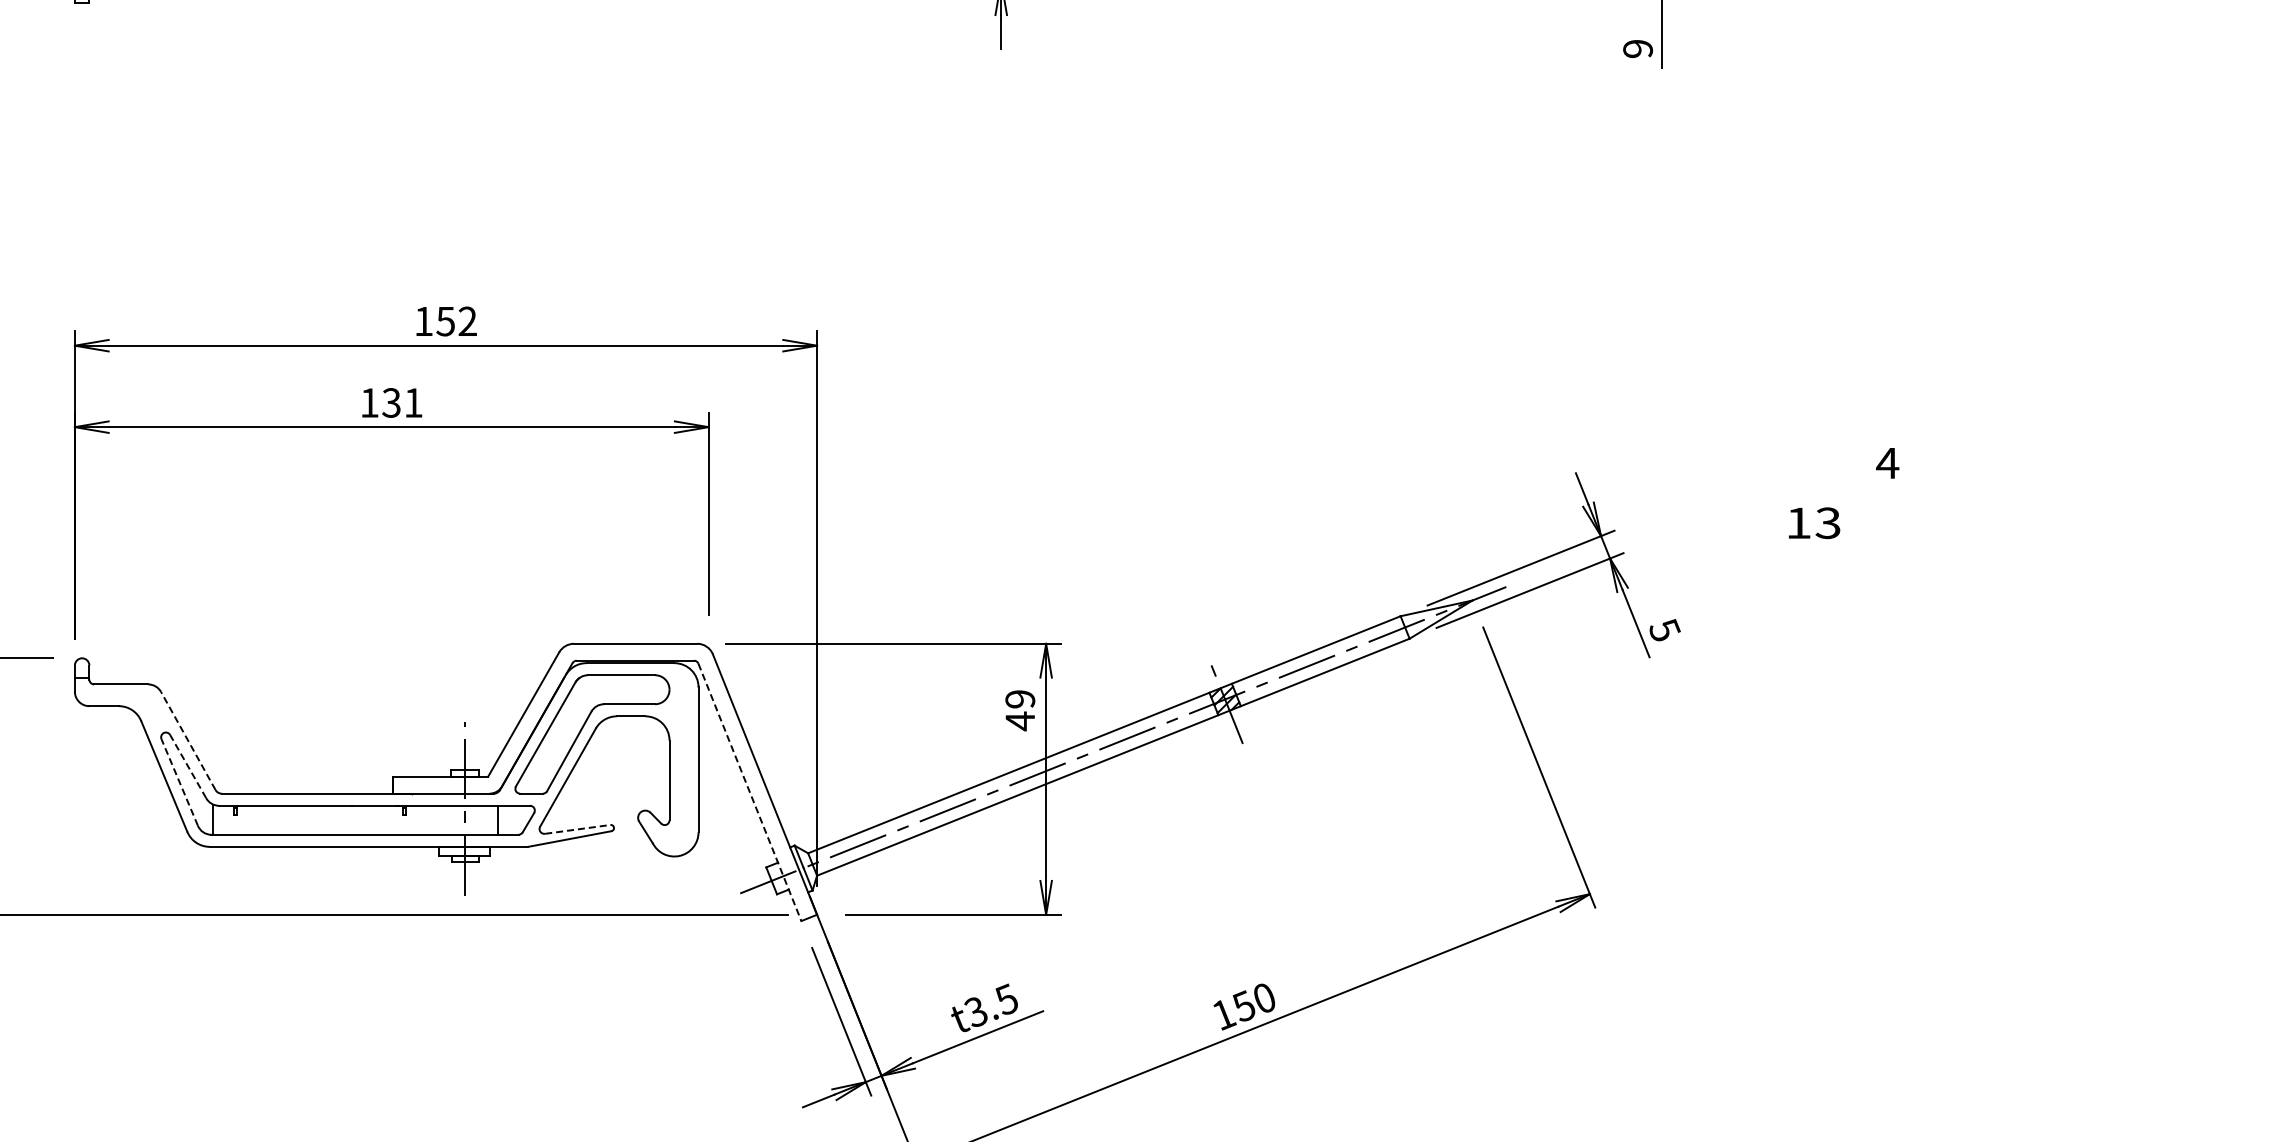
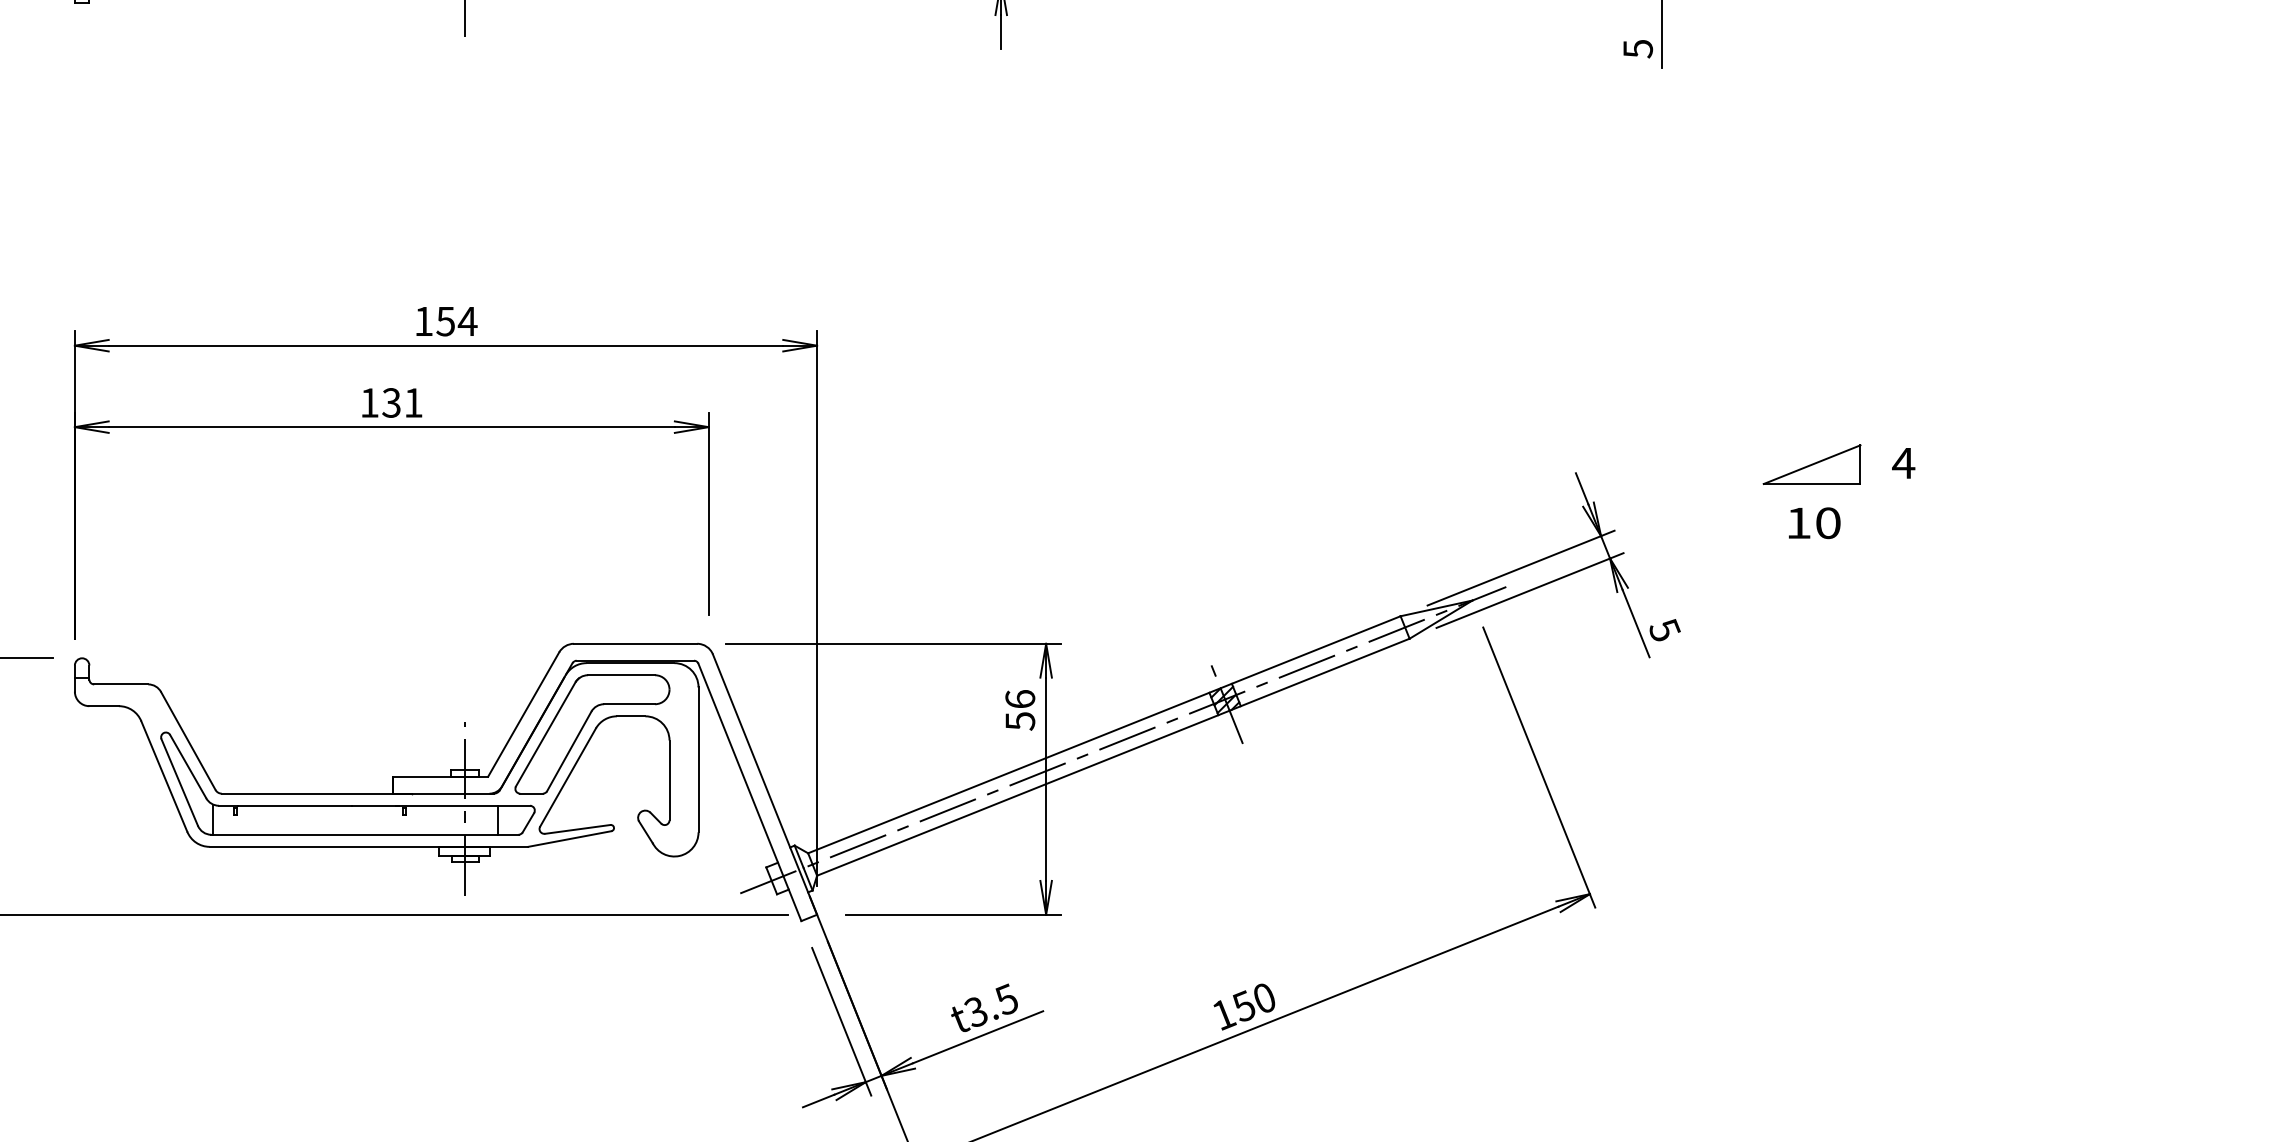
line at (465, 19): none -> present
text at (1637, 49): 9 -> 5
text at (467, 320): 152 -> 154
text at (1887, 463) position: (1887, 463) -> (1903, 463)
part at (1811, 464): none -> present
text at (1827, 523): 13 -> 10
text at (1020, 710): 49 -> 56
line at (188, 741): dashed -> solid
line at (187, 766): dashed -> solid
line at (179, 782): dashed -> solid
line at (749, 792): dashed -> solid
line at (577, 829): dashed -> solid
